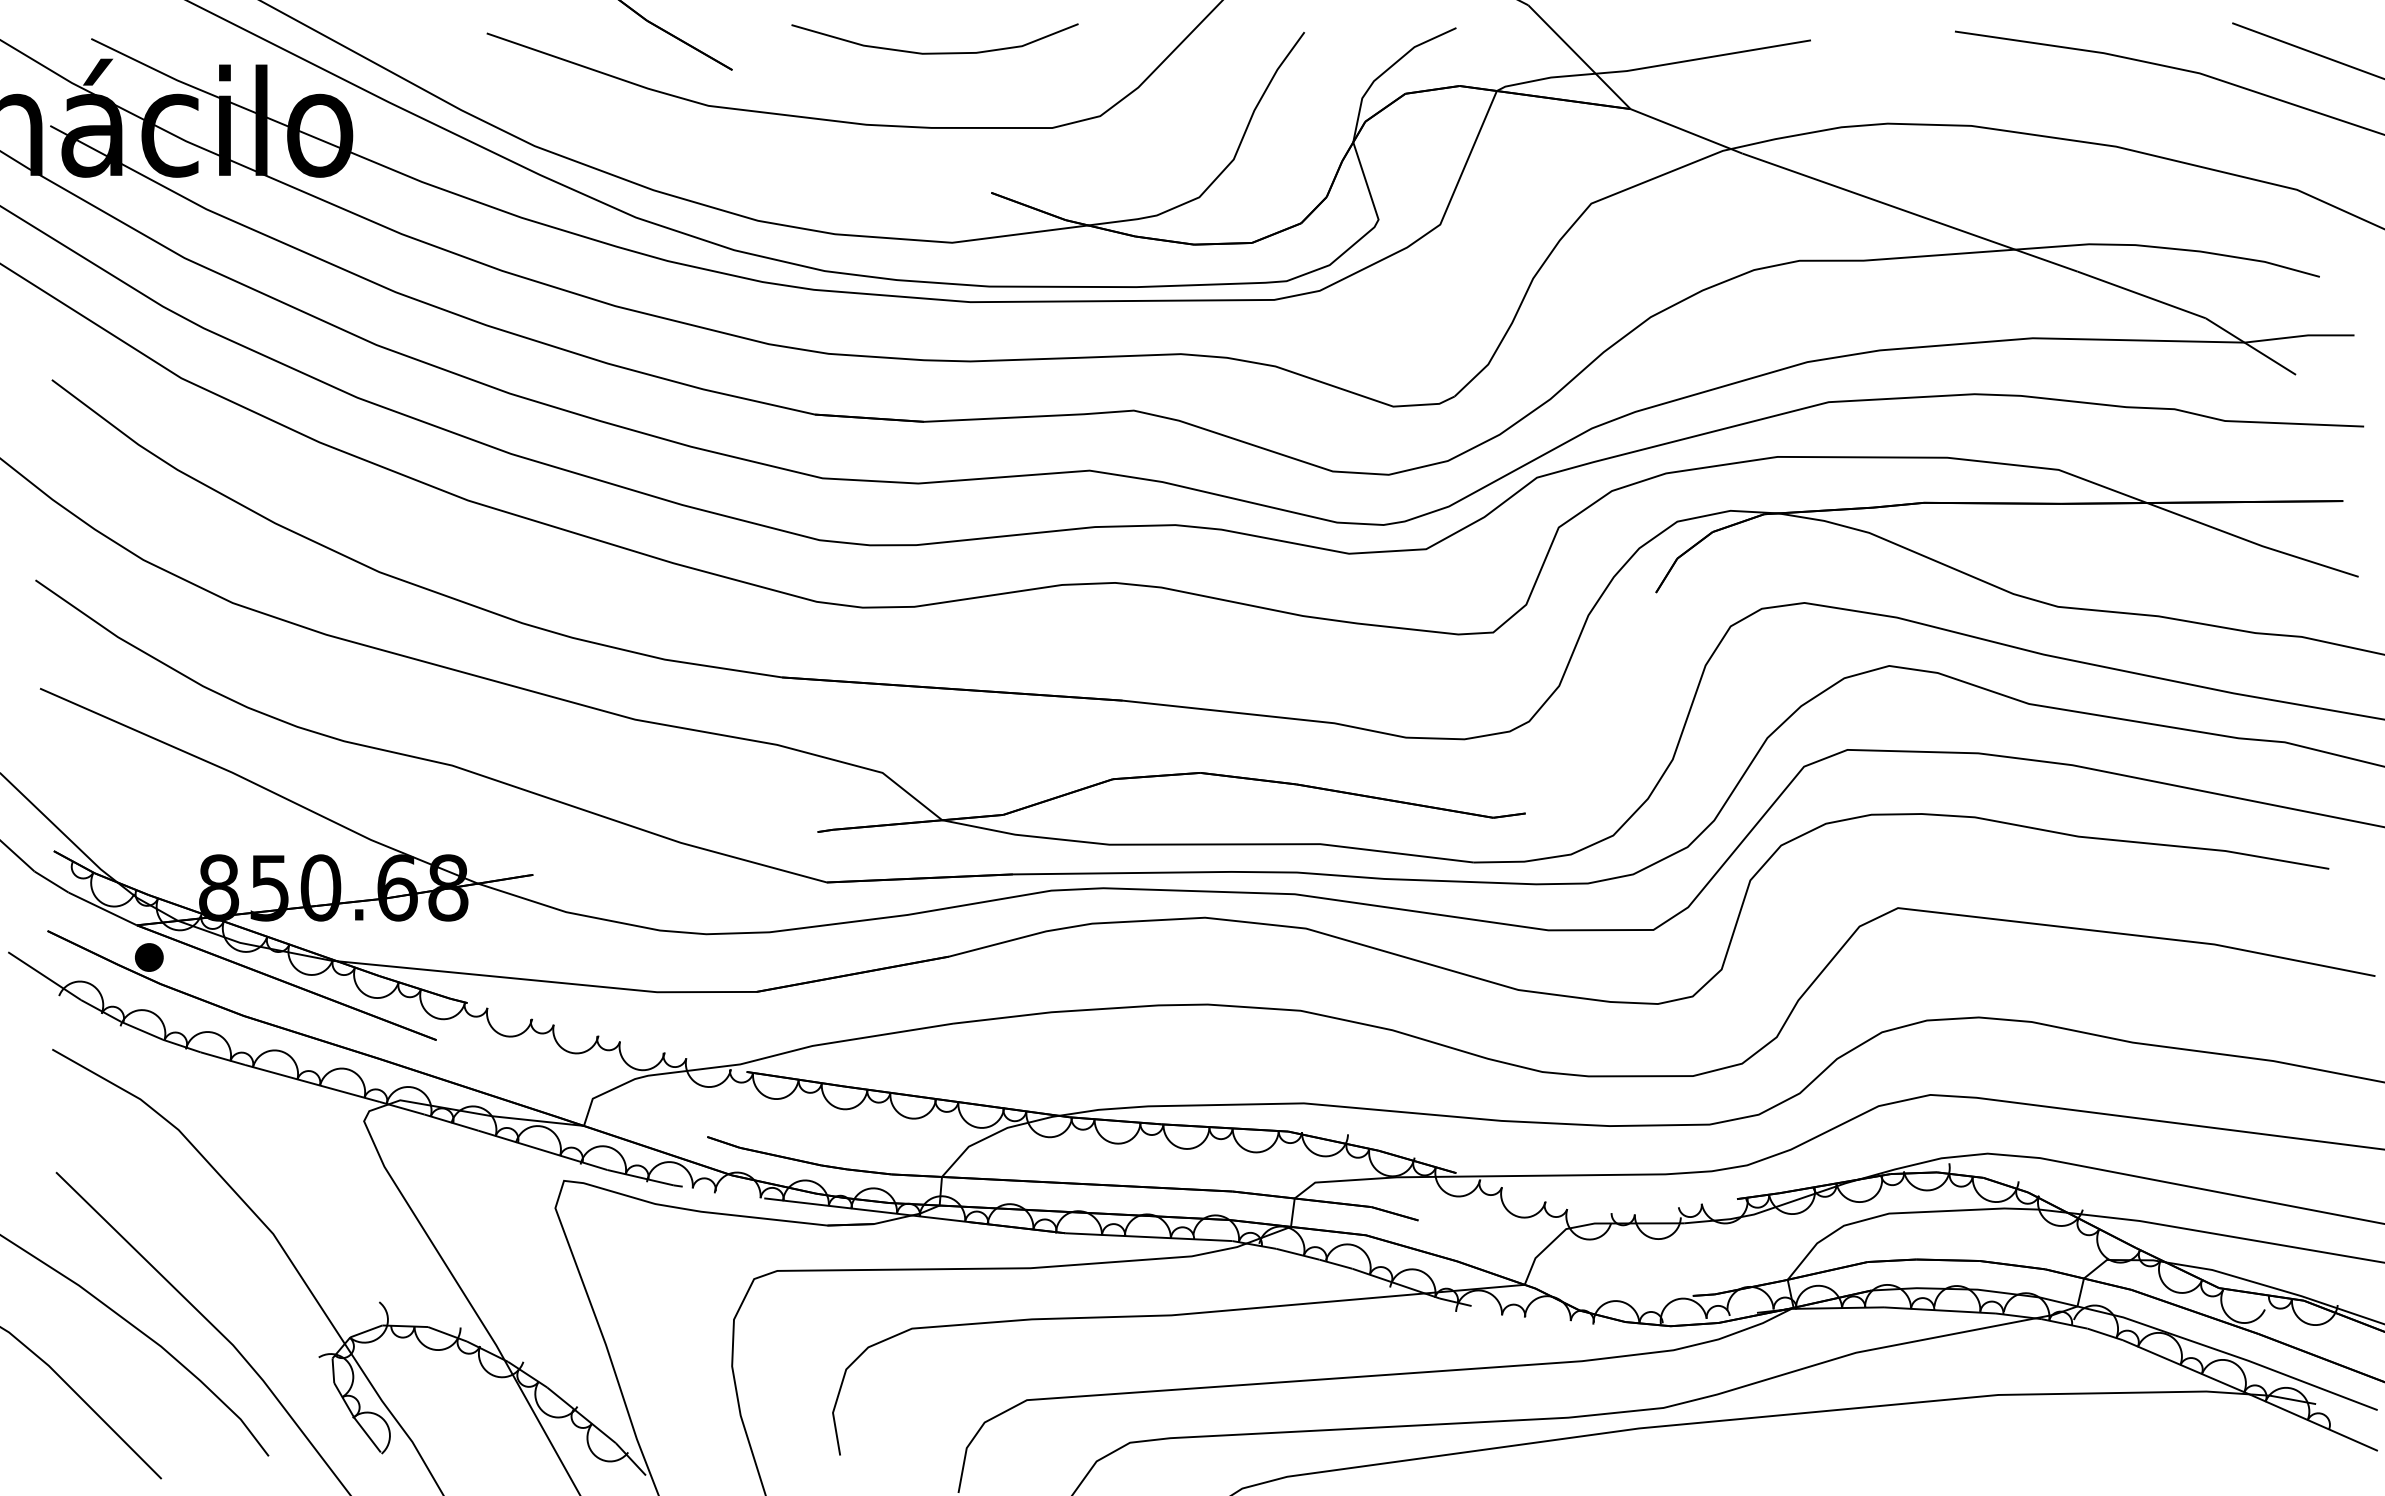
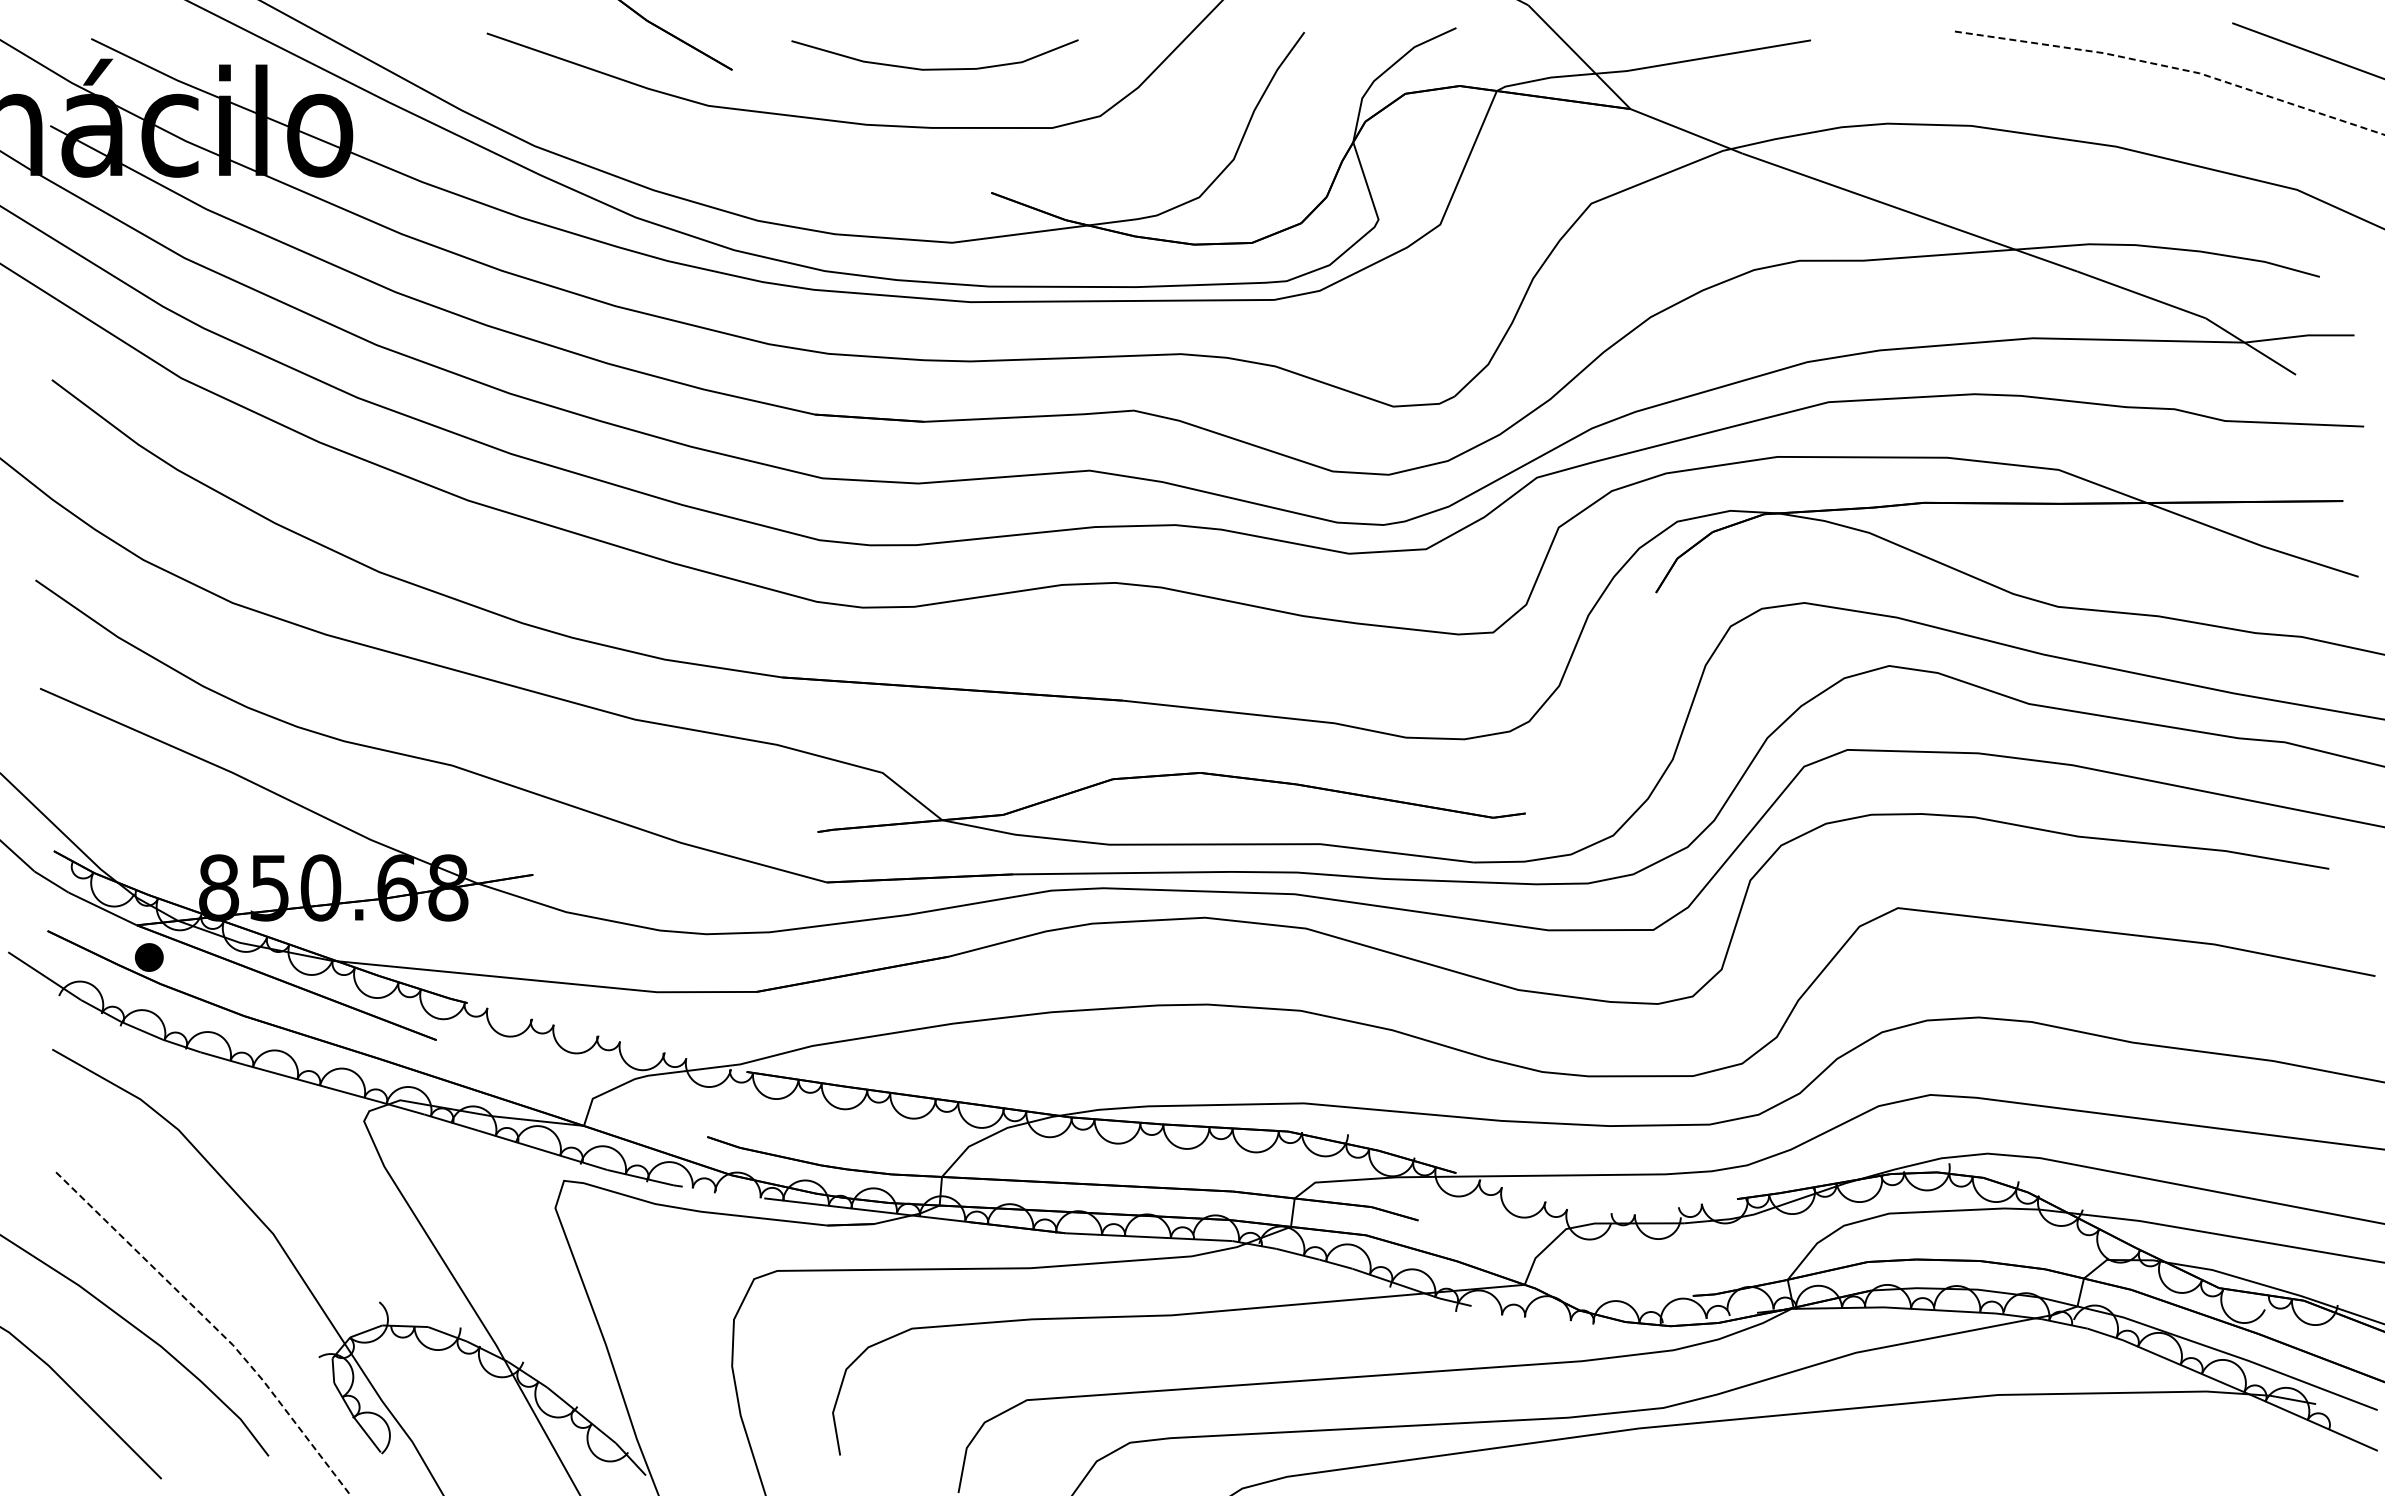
curve at (934, 52) position: (934, 52) -> (934, 68)
line at (2173, 67): solid -> dashed
line at (213, 1326): solid -> dashed
